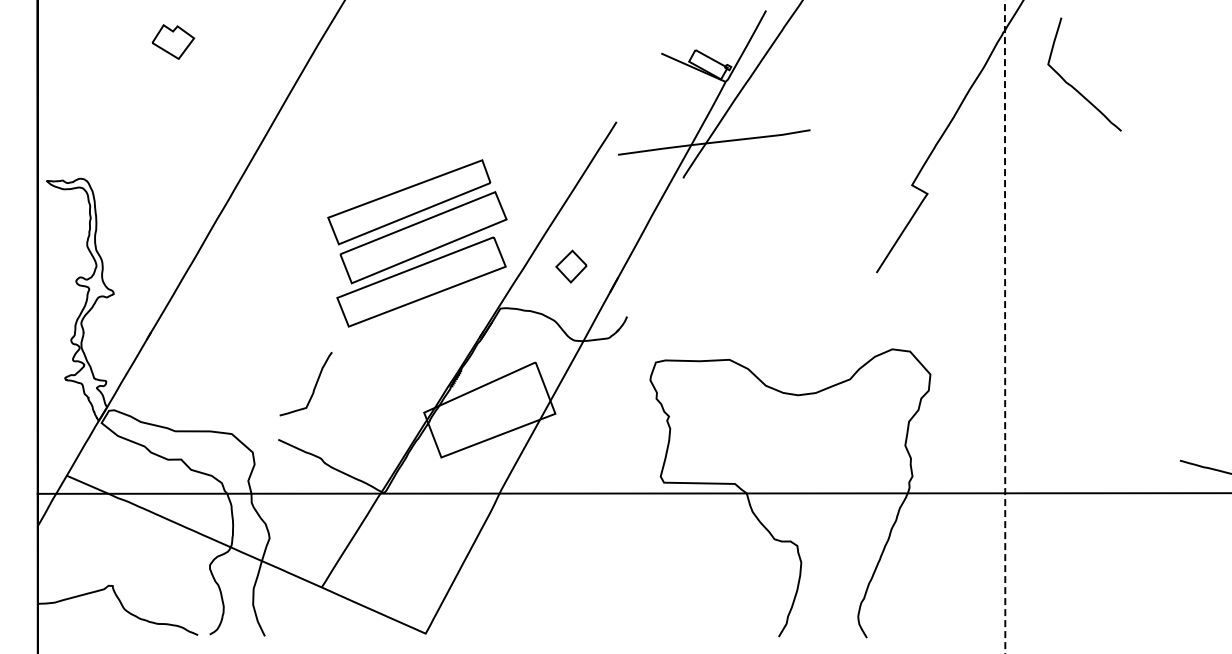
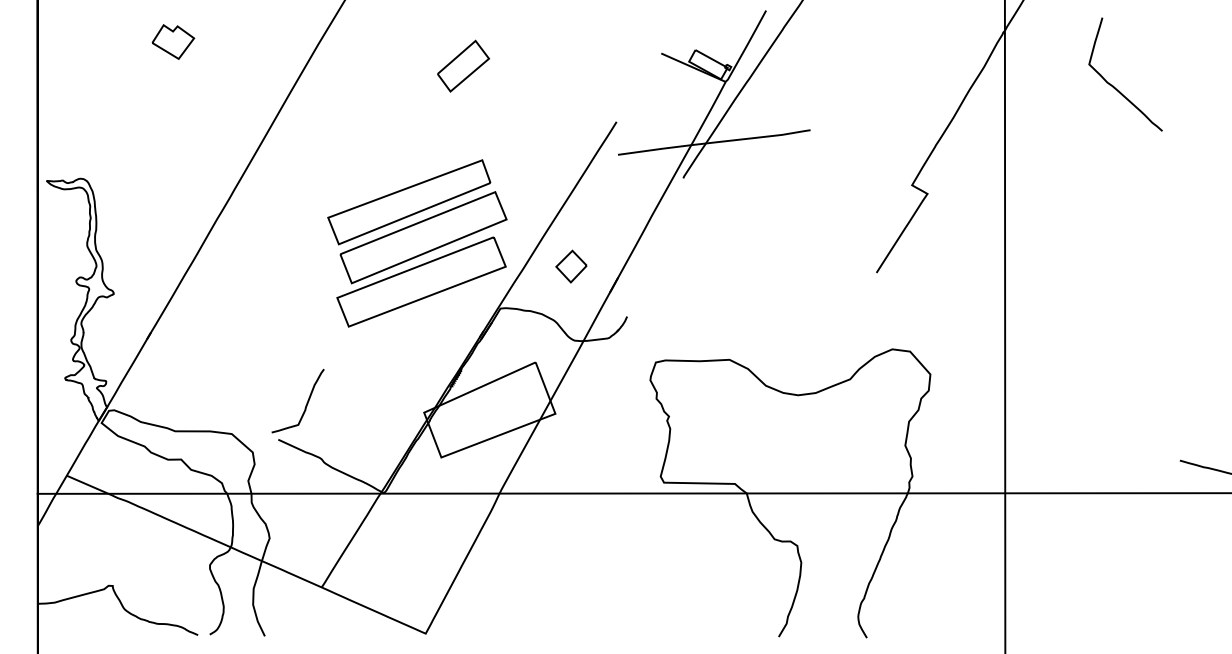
part at (463, 65): none -> present
part at (1072, 85) position: (1072, 85) -> (1113, 85)
line at (1005, 326): dashed -> solid
curve at (314, 385) position: (314, 385) -> (306, 402)
